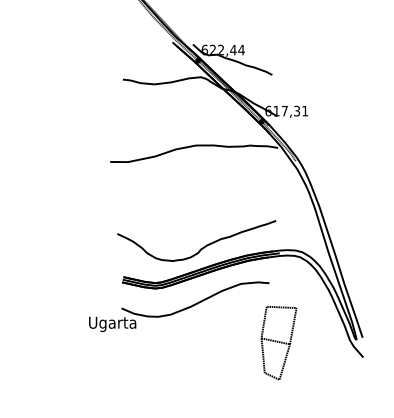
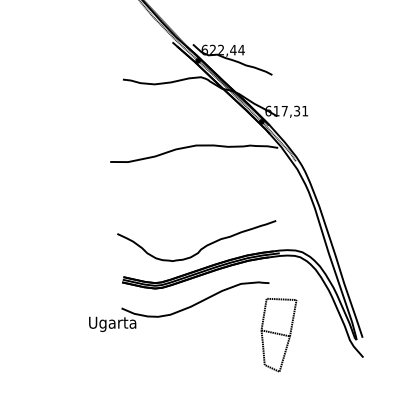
part at (278, 343) position: (278, 343) -> (278, 335)
